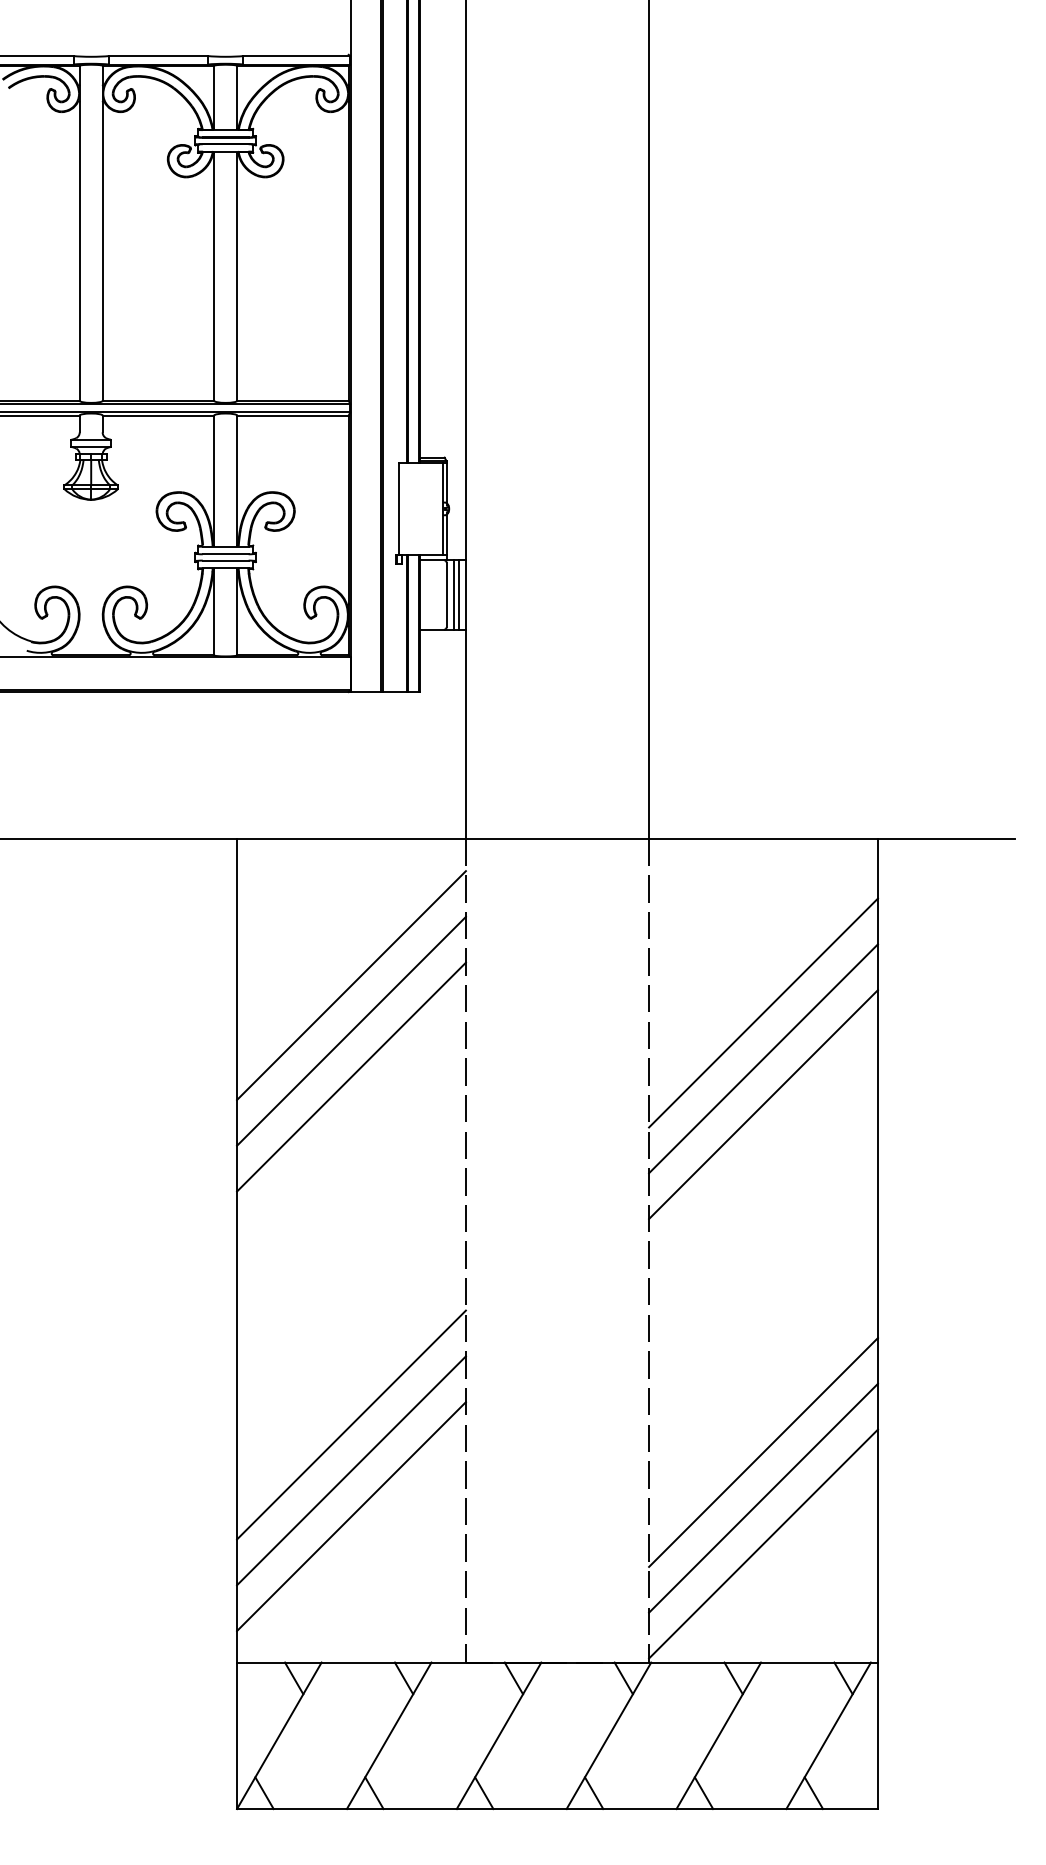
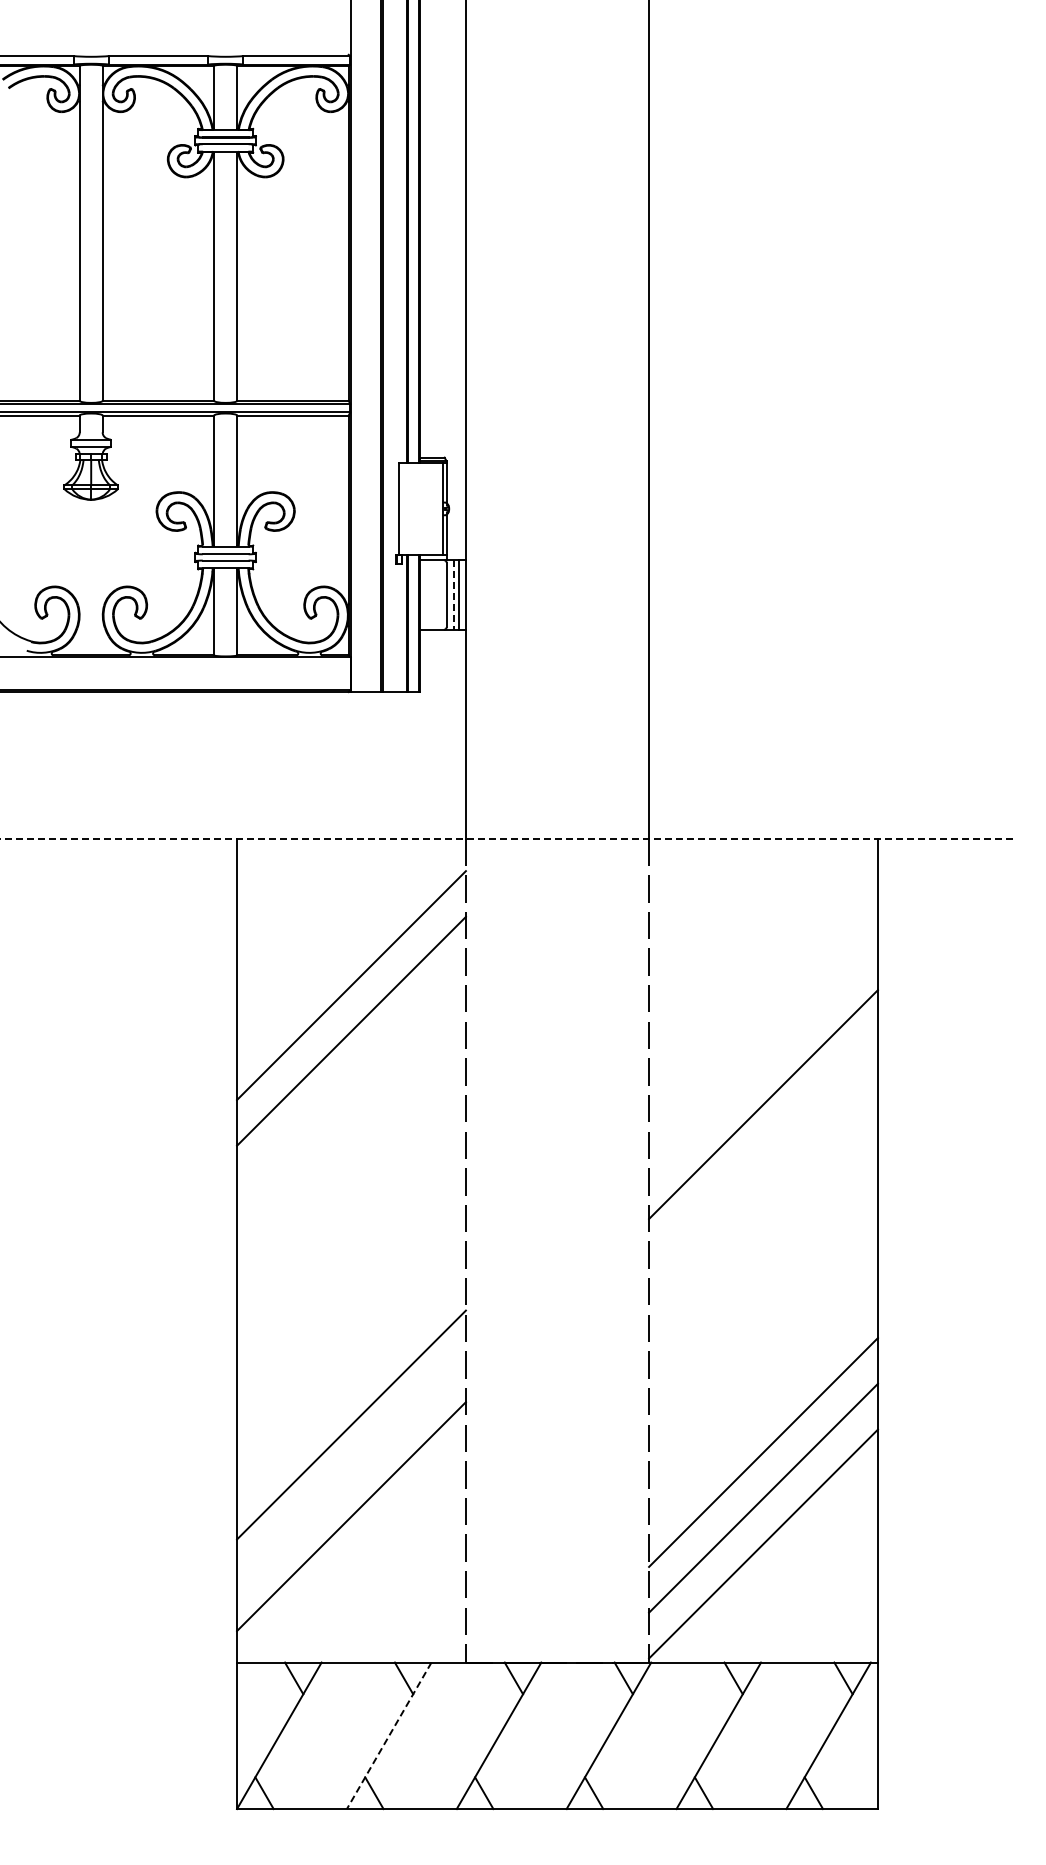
line at (454, 594): solid -> dashed
line at (507, 838): solid -> dashed
line at (763, 1012): present -> none
line at (763, 1058): present -> none
line at (351, 1076): present -> none
line at (351, 1470): present -> none
line at (389, 1735): solid -> dashed
